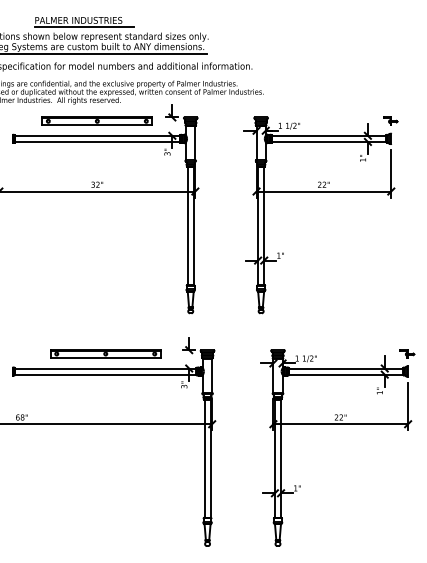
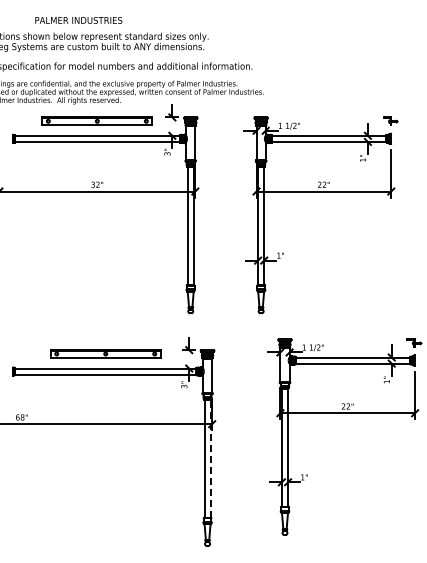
line at (84, 27): present -> none
line at (104, 53): present -> none
part at (337, 424) position: (337, 424) -> (344, 413)
line at (210, 458): solid -> dashed
